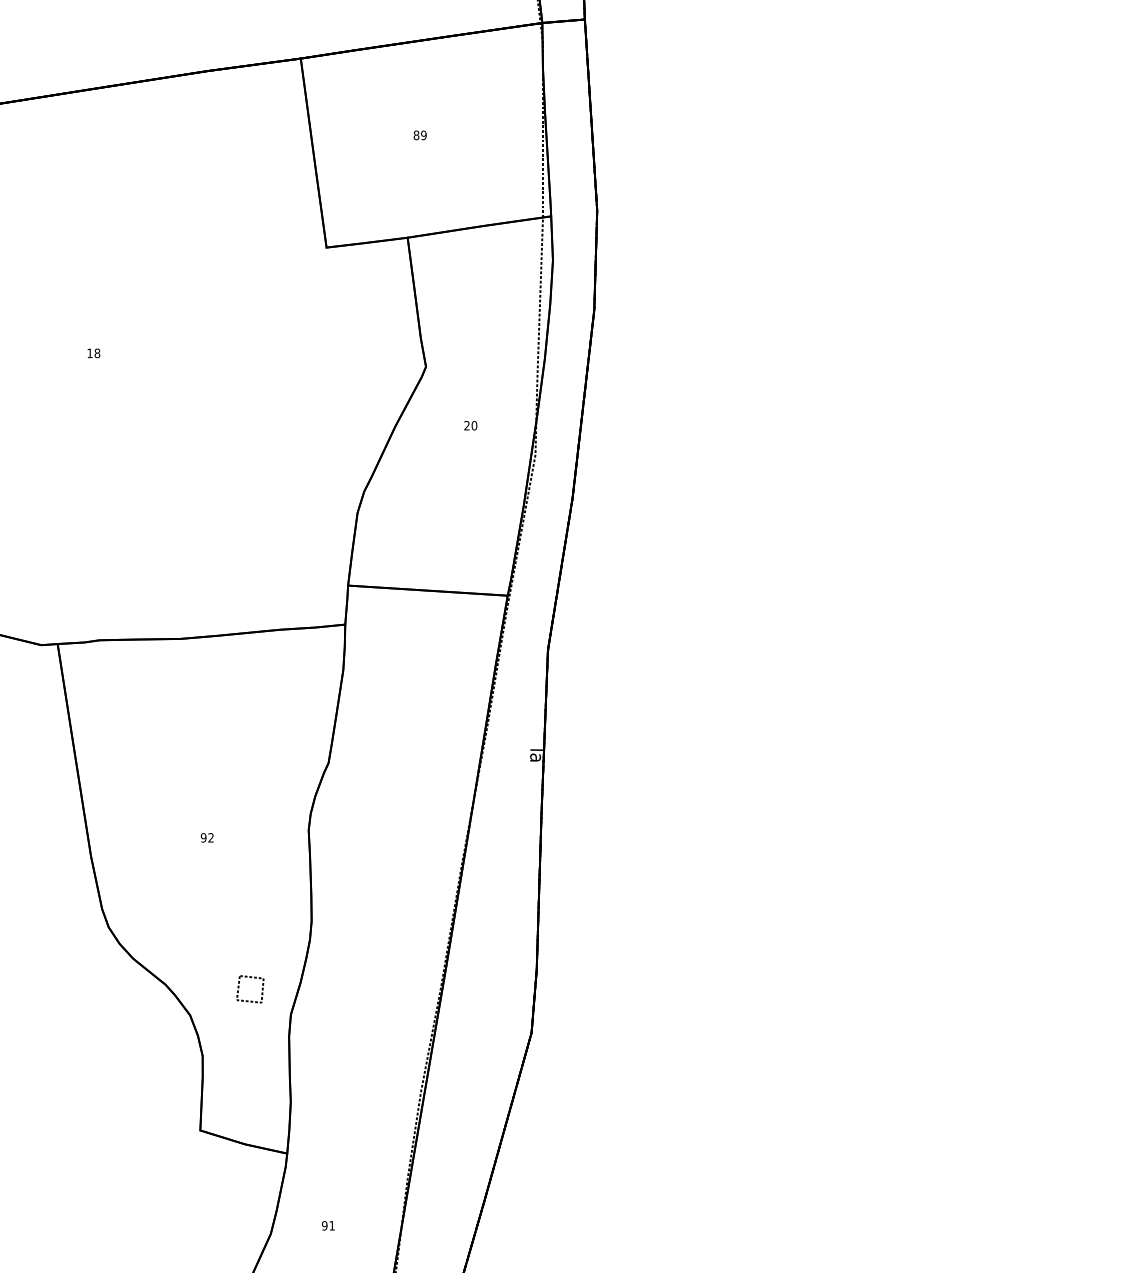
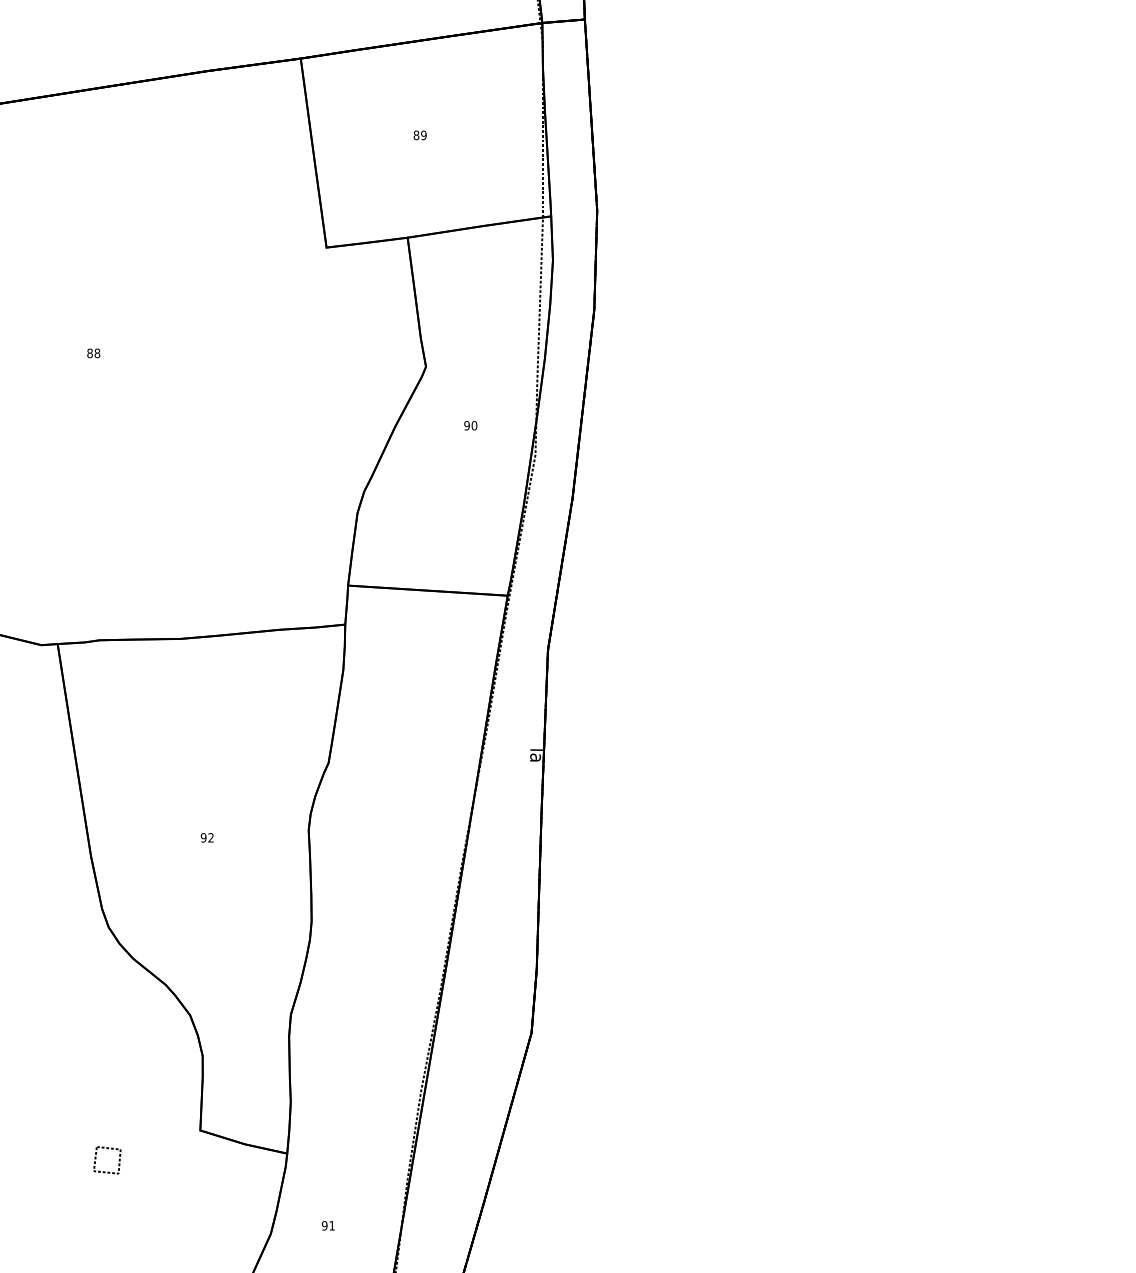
text at (89, 353): 18 -> 88
text at (466, 425): 20 -> 90
line at (261, 989) position: (261, 989) -> (118, 1160)
